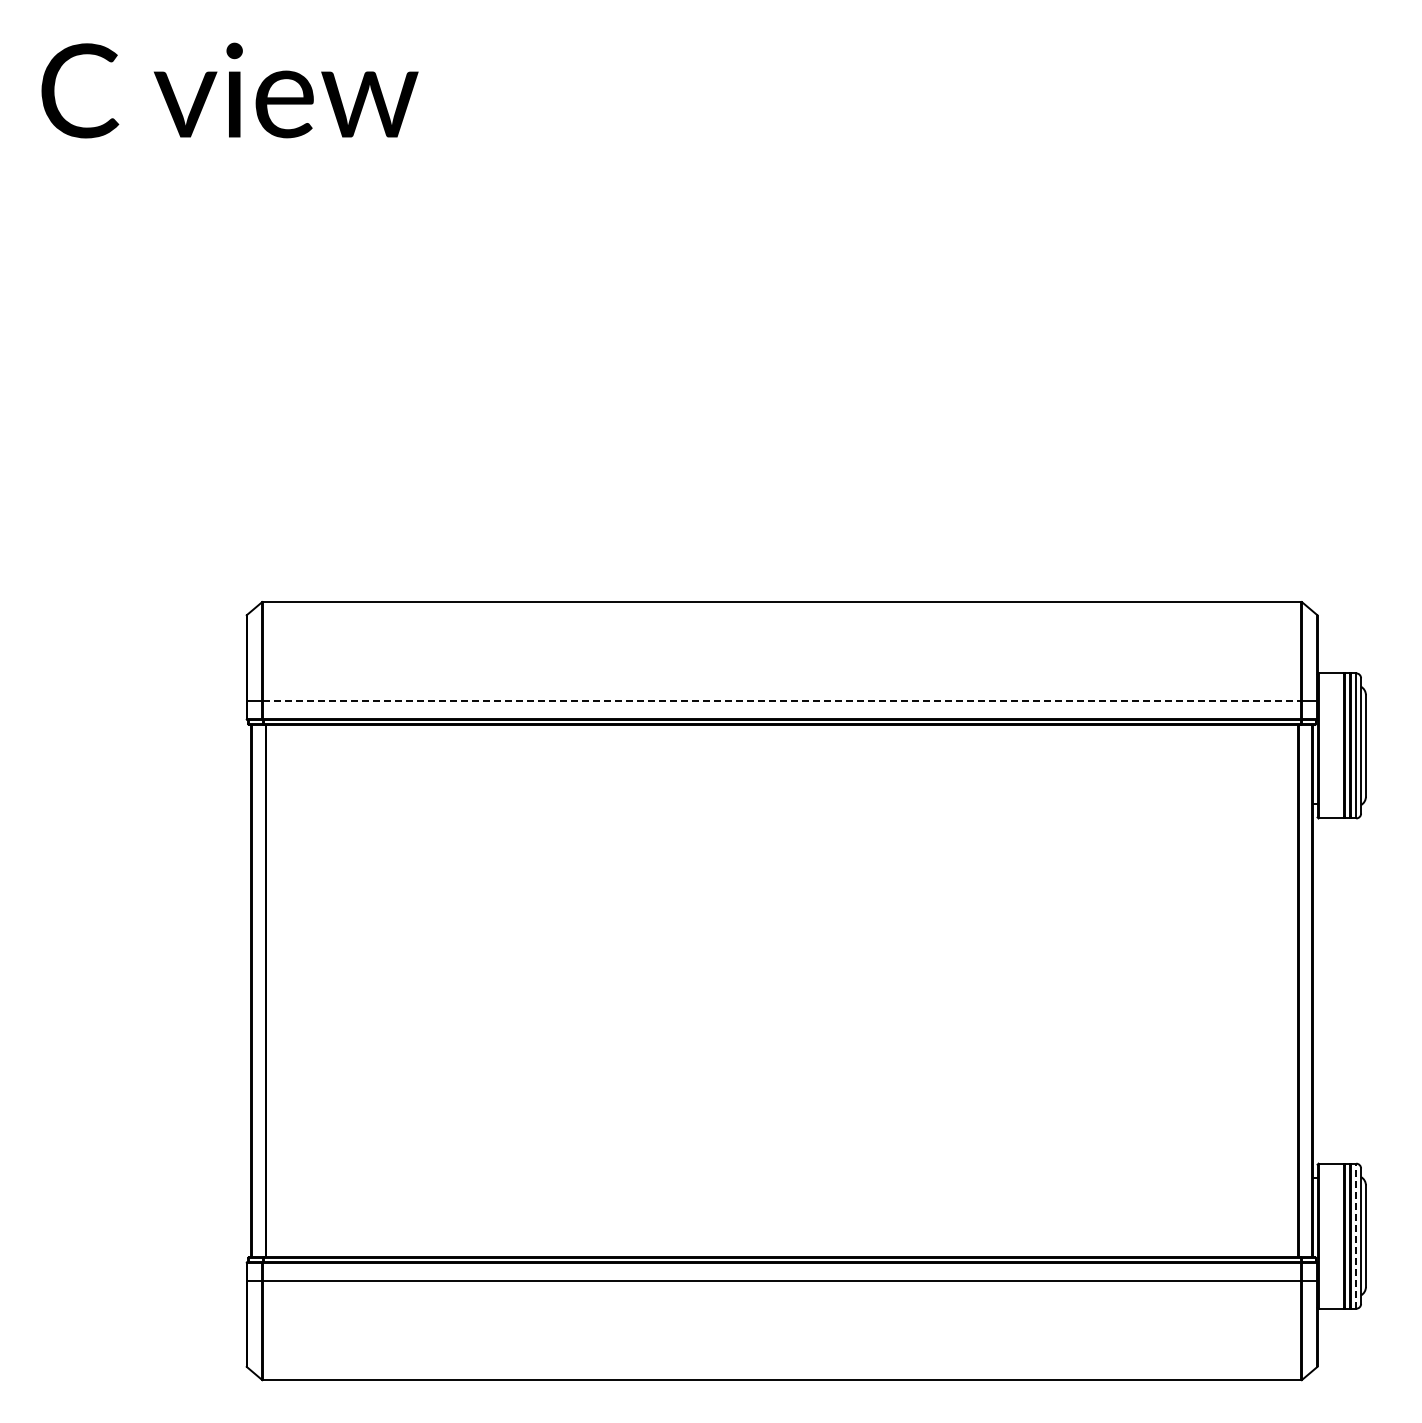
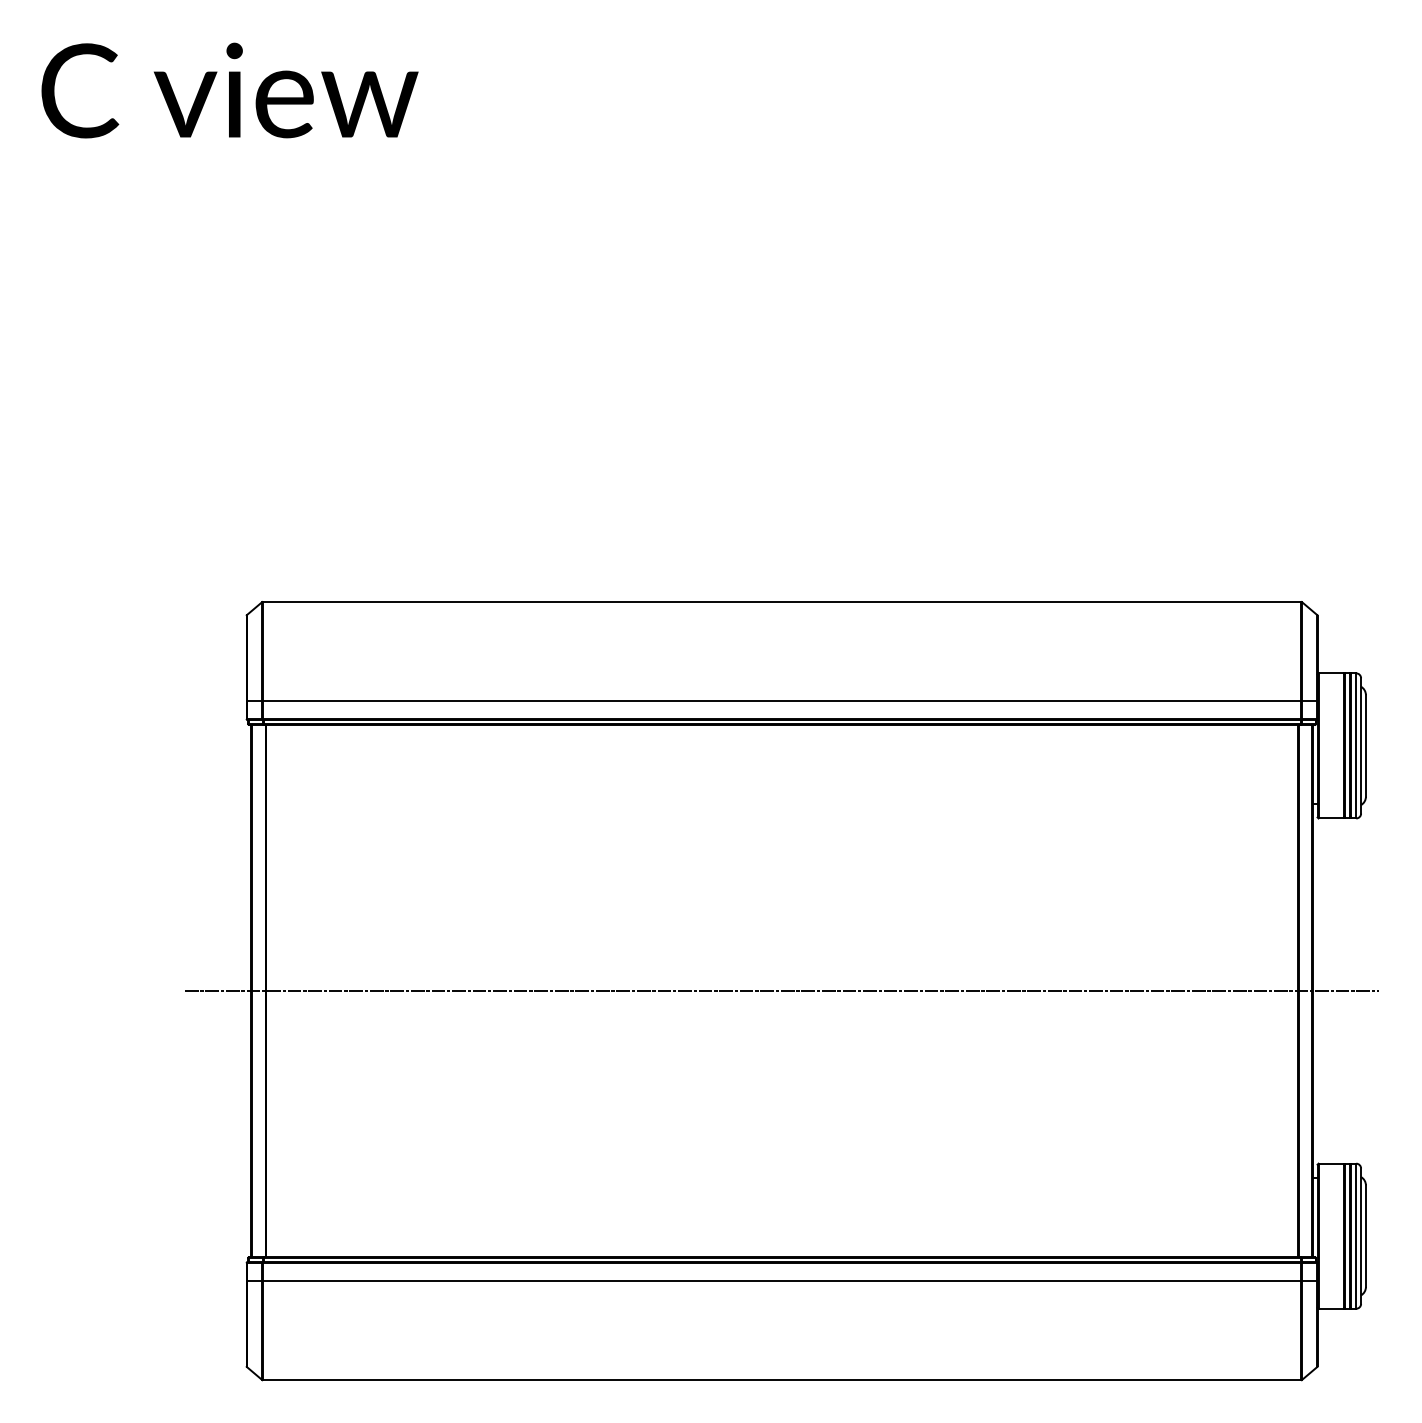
line at (782, 700): dashed -> solid
line at (781, 991): none -> present
line at (1356, 1236): dashed -> solid
